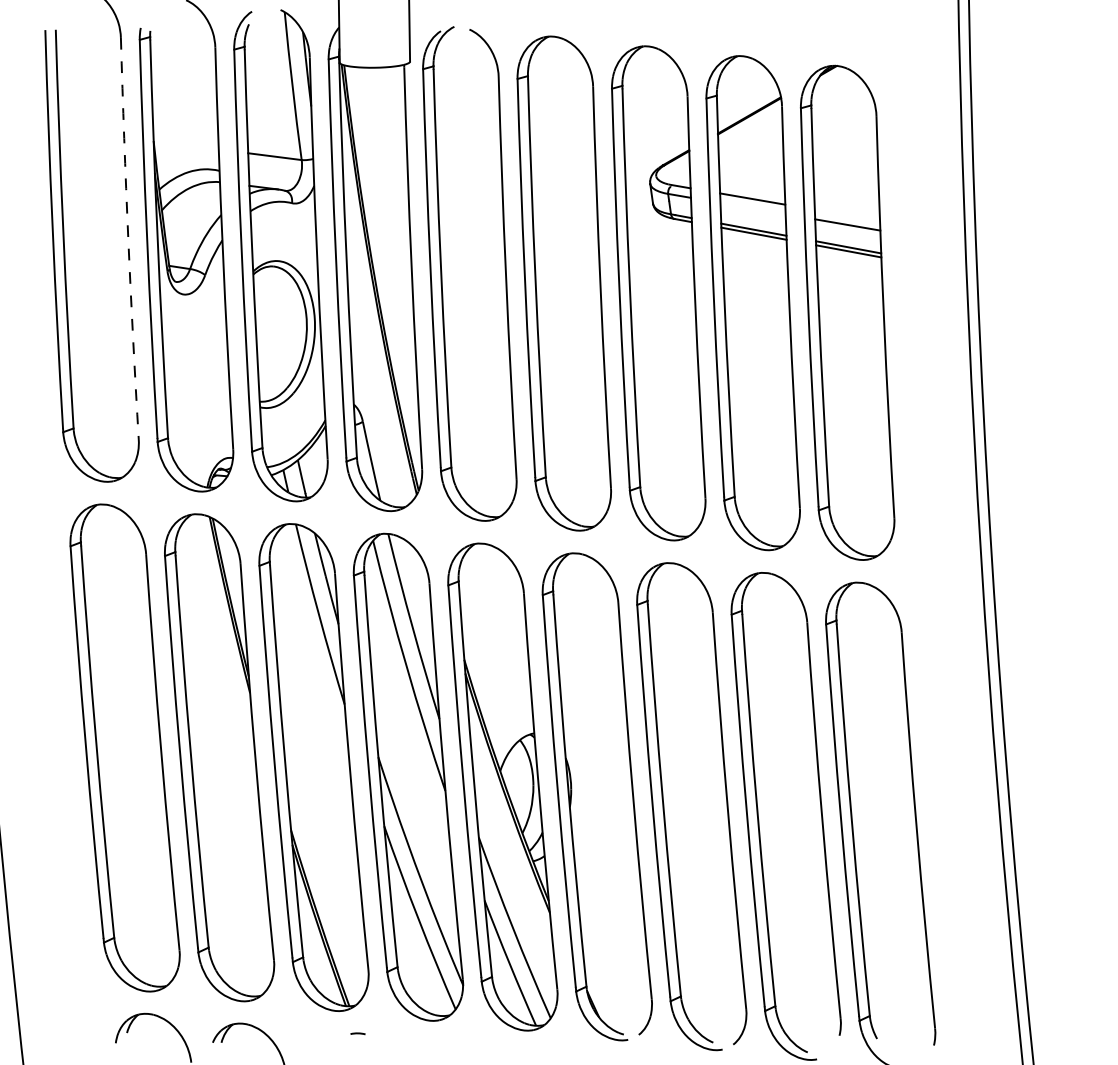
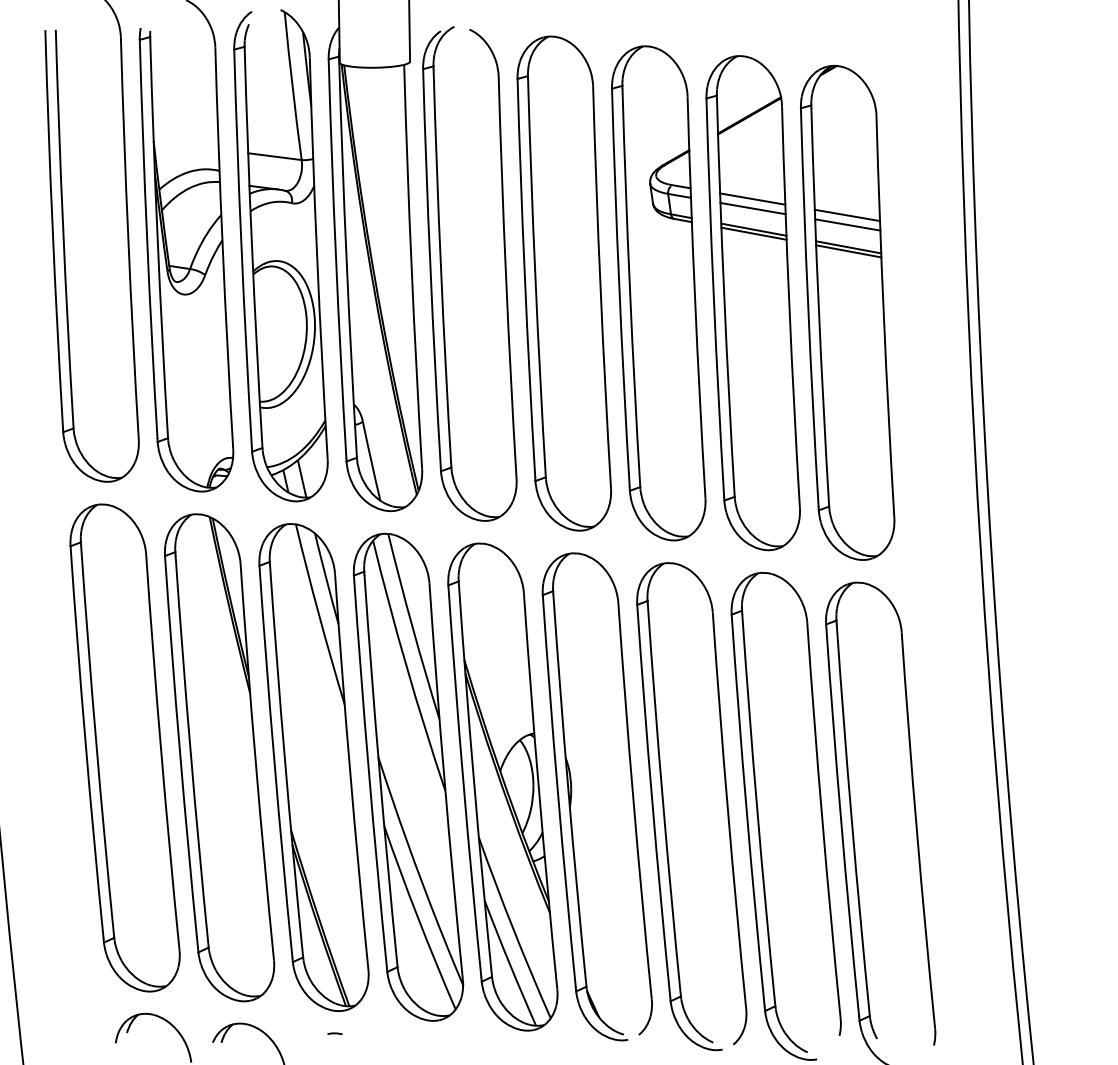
line at (752, 208): none -> present
line at (846, 215): none -> present
arc at (128, 239): dashed -> solid
line at (357, 1033) position: (357, 1033) -> (334, 1033)
